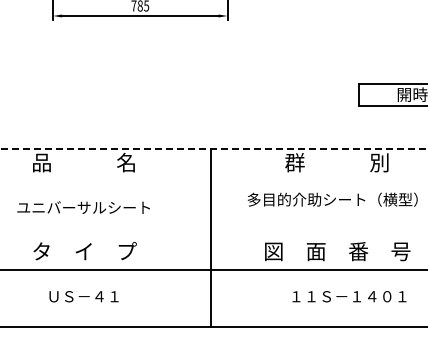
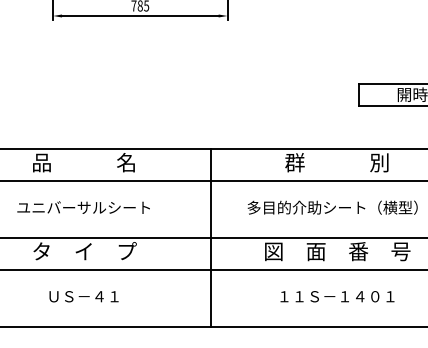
line at (214, 149): dashed -> solid
line at (213, 180): none -> present
text at (332, 199) position: (332, 199) -> (332, 207)
line at (213, 238): none -> present
text at (349, 296) position: (349, 296) -> (337, 296)
